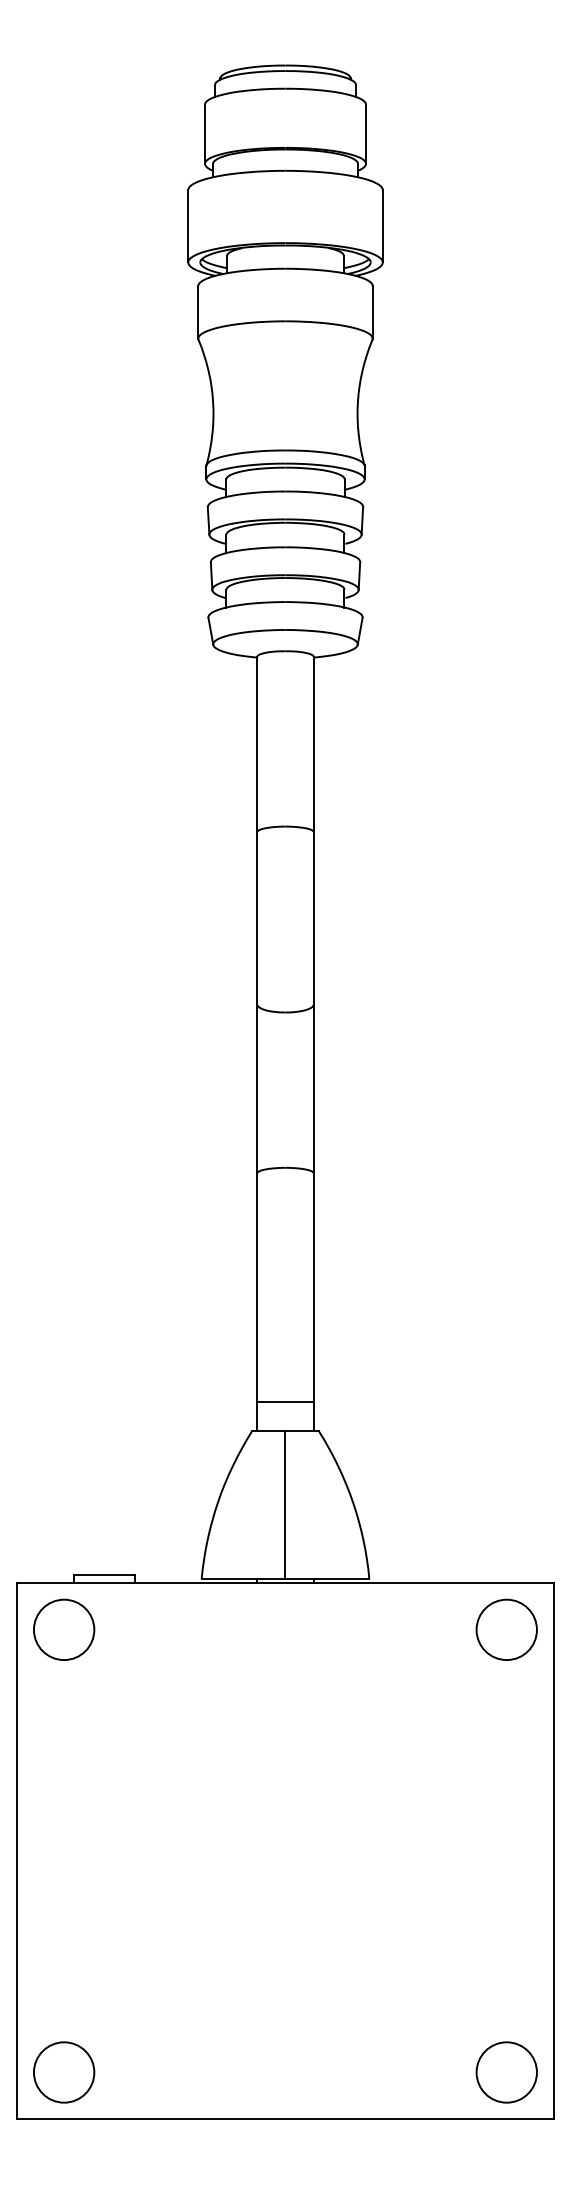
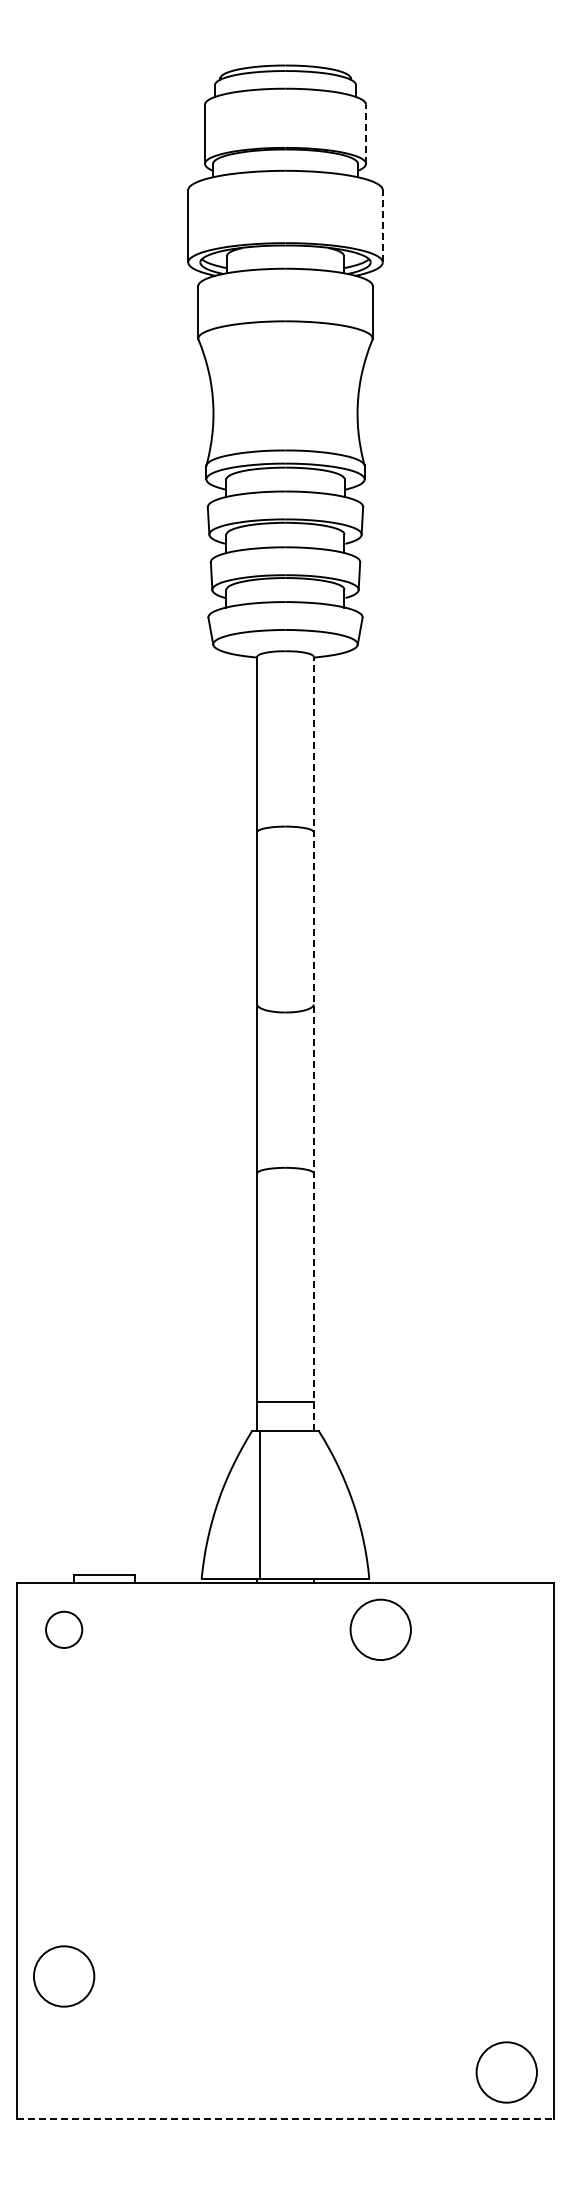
line at (365, 134): solid -> dashed
line at (382, 225): solid -> dashed
line at (313, 1043): solid -> dashed
line at (285, 1504) position: (285, 1504) -> (260, 1504)
circle at (63, 1629) diameter: 60 px -> 36 px
circle at (506, 1629) position: (506, 1629) -> (380, 1629)
circle at (64, 2072) position: (64, 2072) -> (64, 1976)
line at (285, 2119): solid -> dashed
